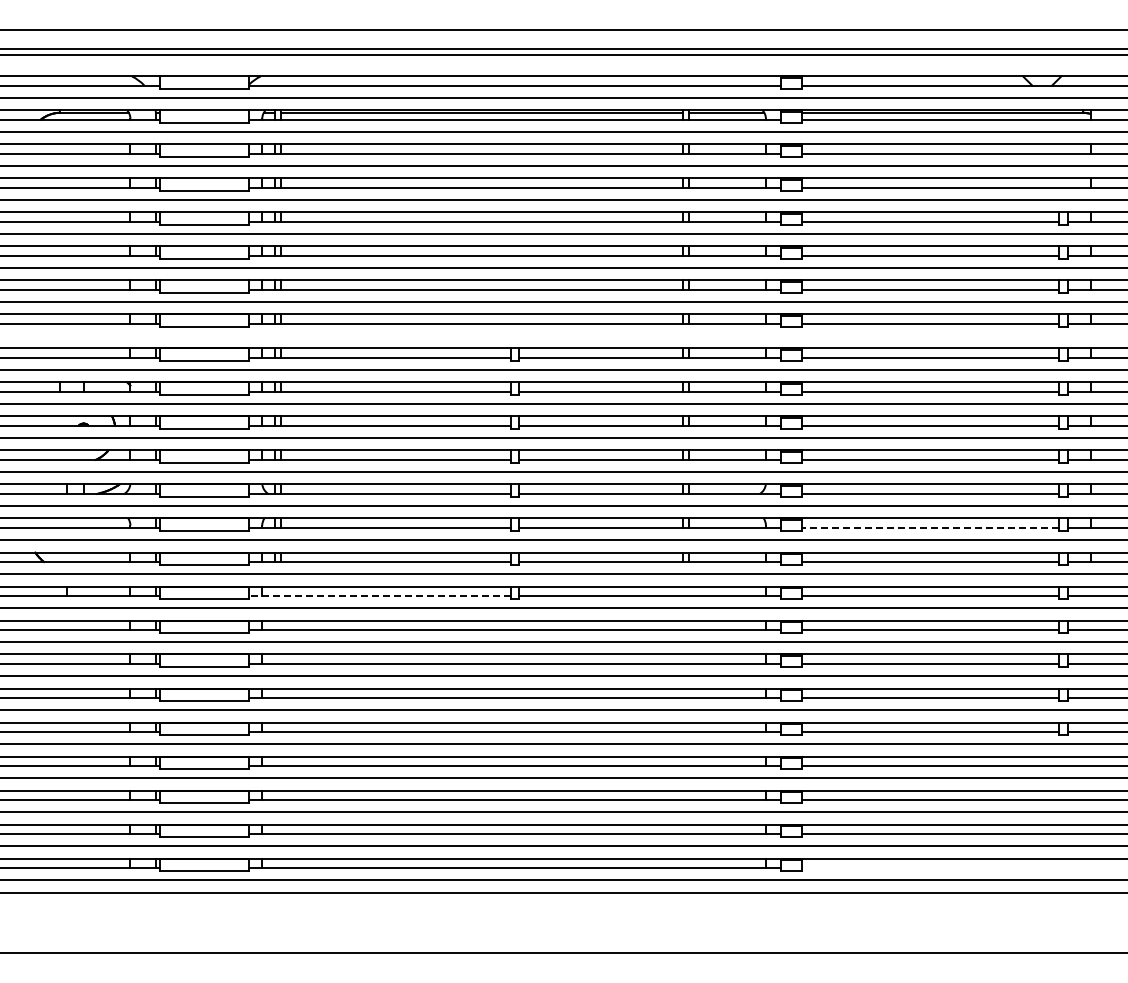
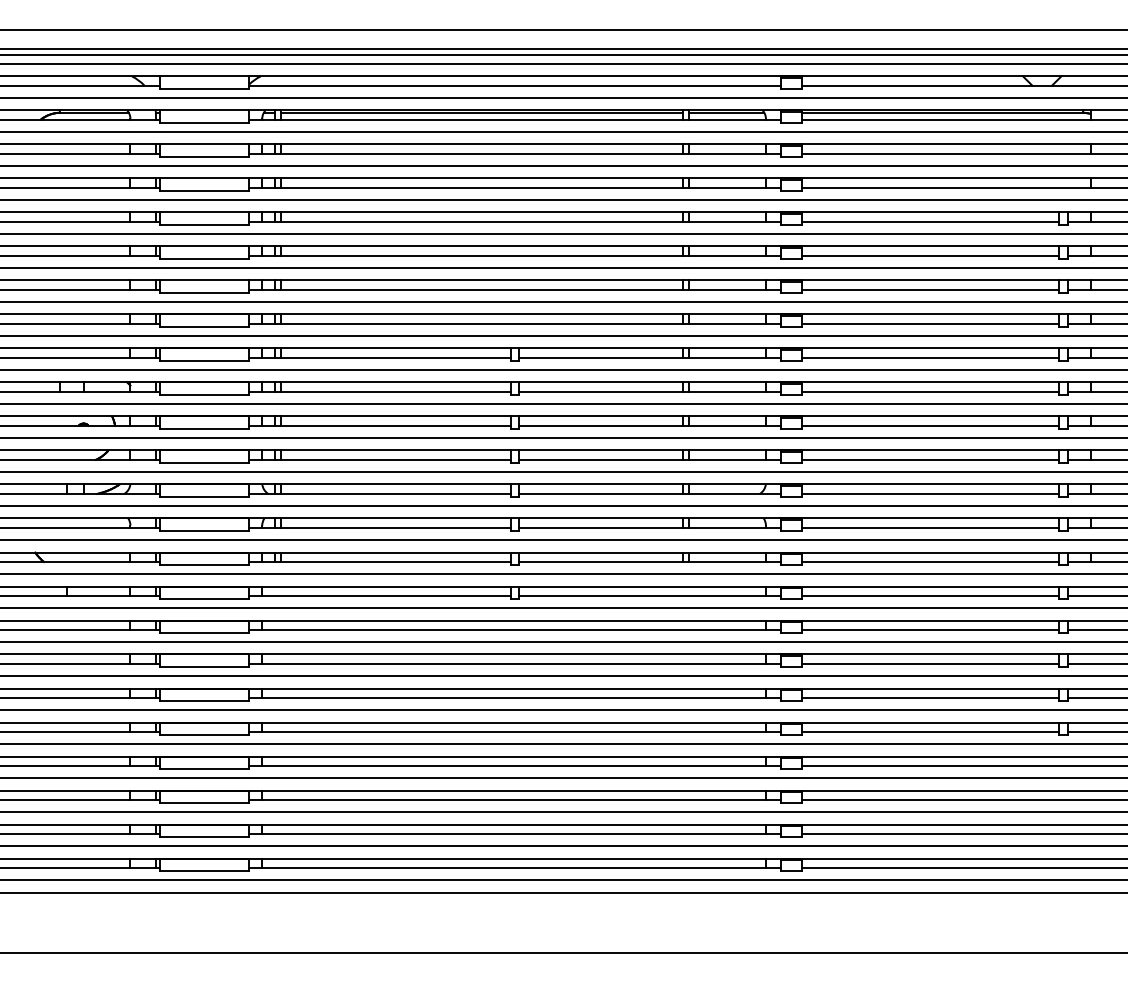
line at (563, 63): none -> present
line at (563, 335): none -> present
line at (930, 527): dashed -> solid
line at (380, 595): dashed -> solid
line at (963, 867): none -> present
